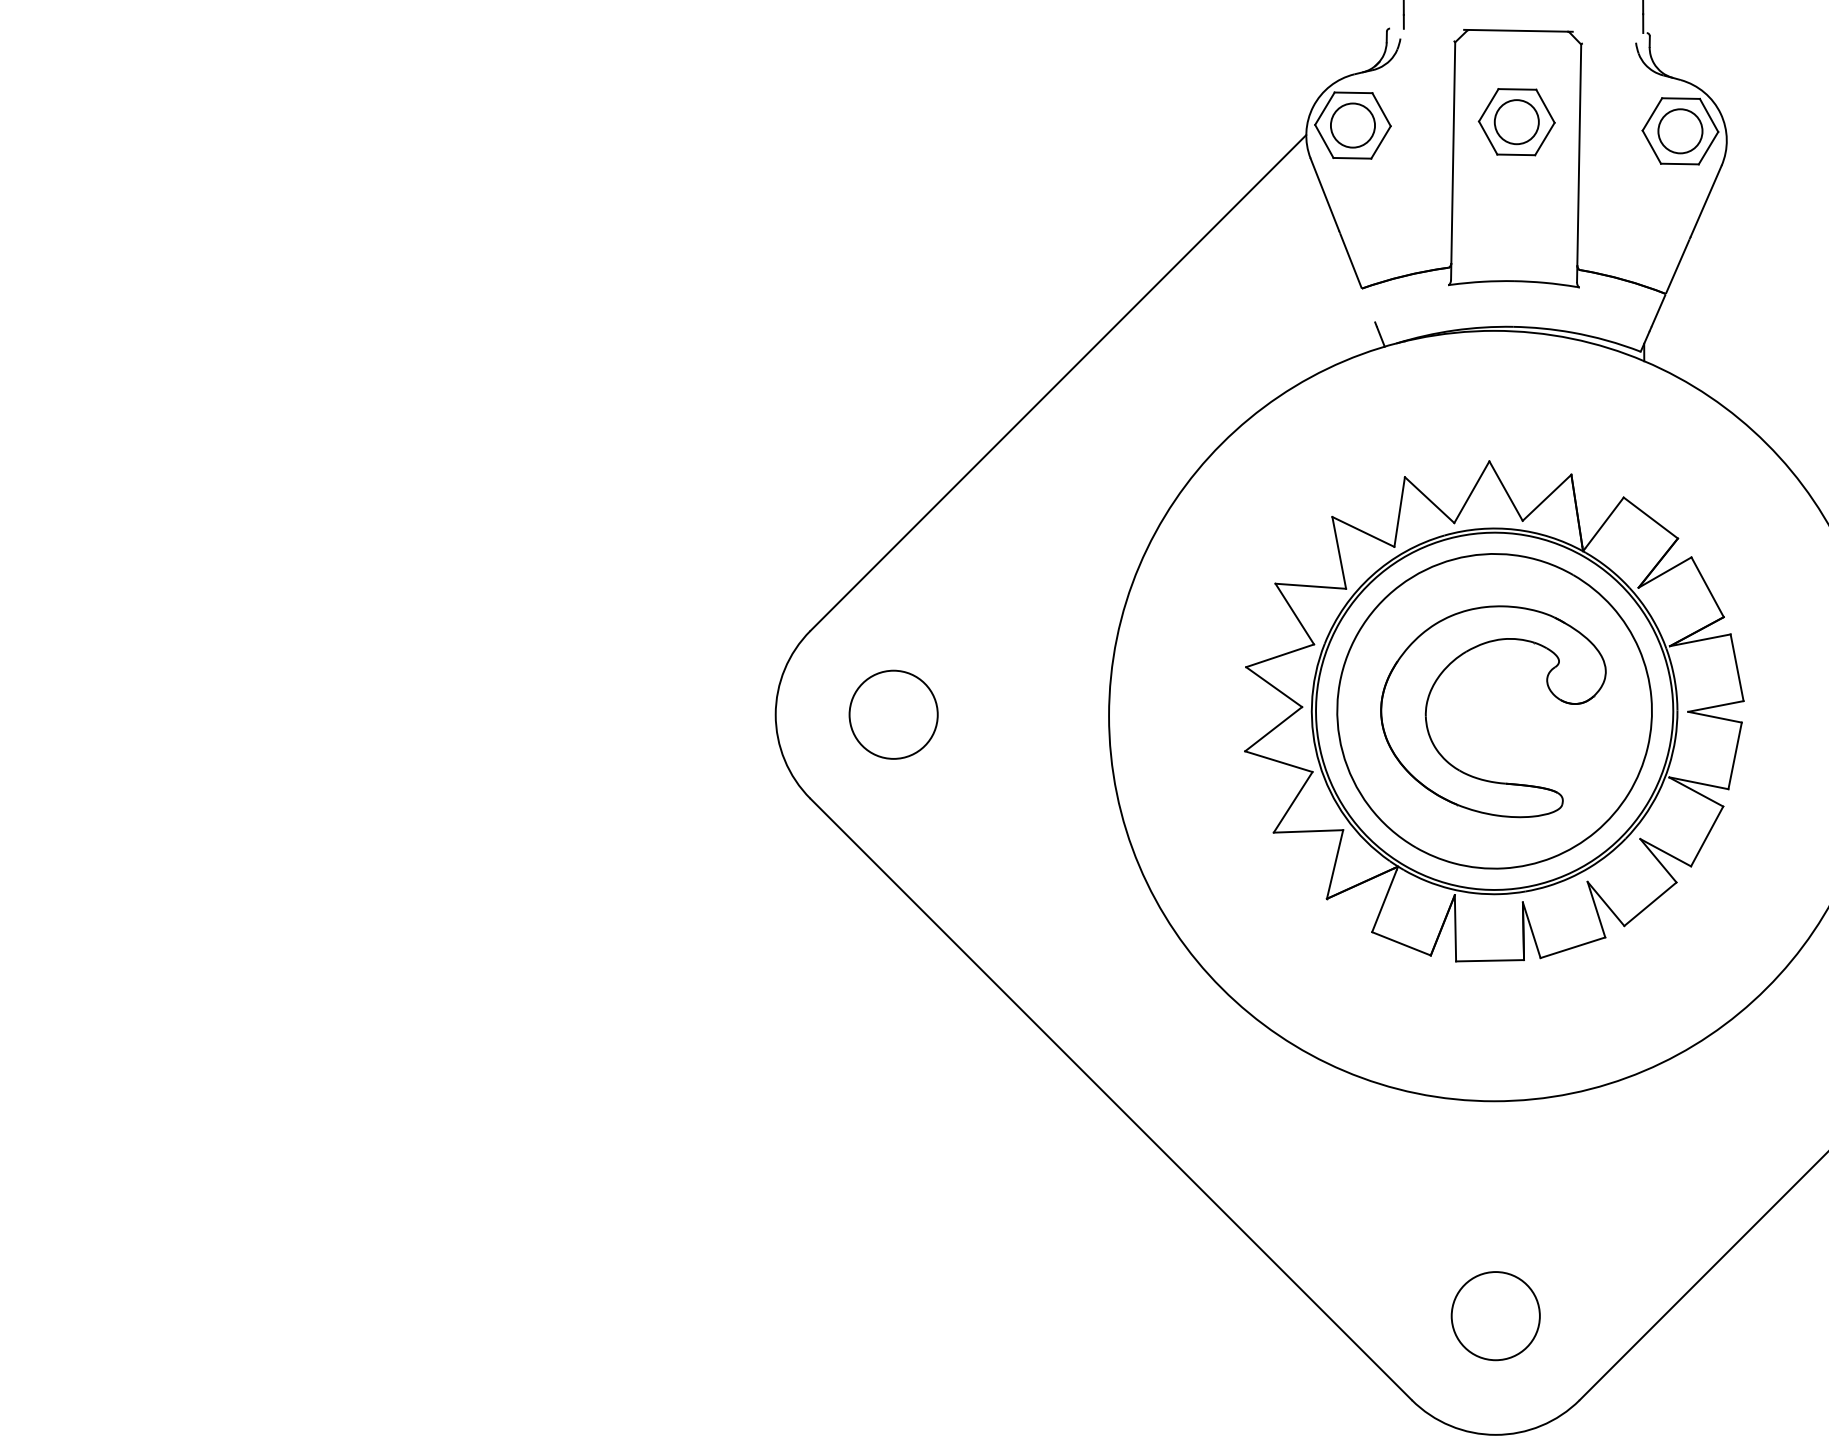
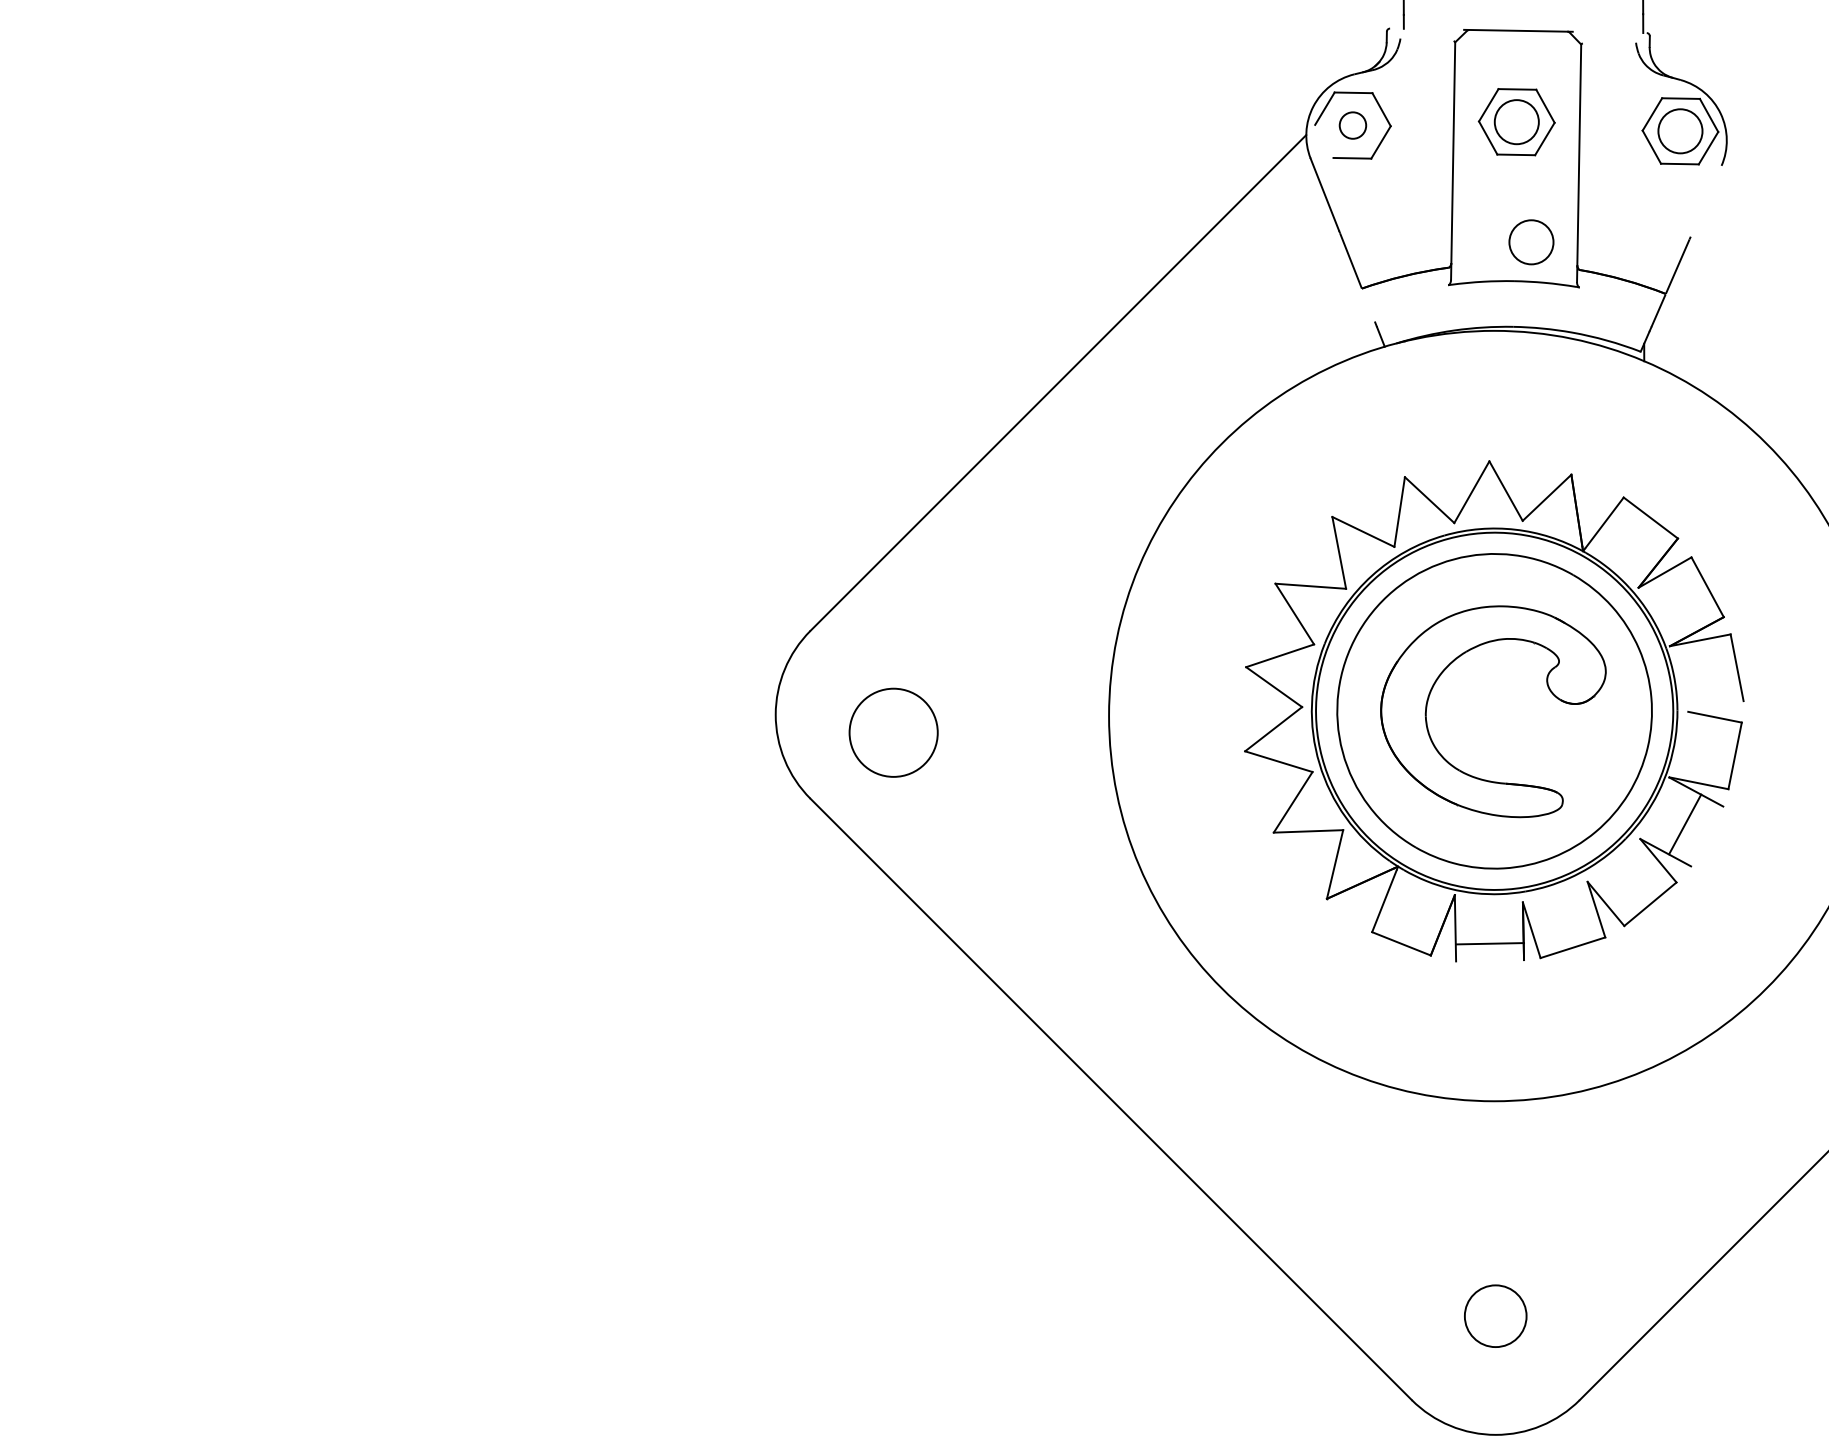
circle at (1352, 125) diameter: 44 px -> 26 px
line at (1324, 140): present -> none
line at (1705, 200): present -> none
circle at (1531, 242): none -> present
line at (1715, 706): present -> none
circle at (893, 714) position: (893, 714) -> (893, 732)
line at (1707, 836) position: (1707, 836) -> (1685, 824)
line at (1490, 960) position: (1490, 960) -> (1490, 943)
circle at (1495, 1316) size: 91x91 px -> 64x64 px
